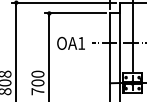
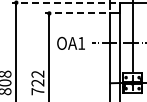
line at (64, 2): solid -> dashed
line at (75, 13): solid -> dashed
text at (37, 78): 700 -> 722
